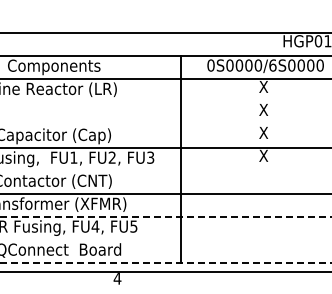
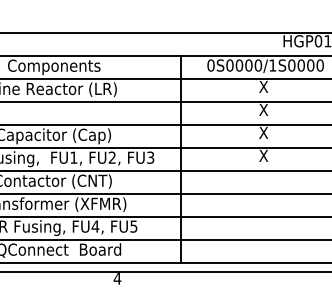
text at (272, 65): 0S0000/6S0000 -> 0S0000/1S0000
line at (165, 101): none -> present
line at (165, 124): none -> present
line at (165, 170): none -> present
line at (166, 216): dashed -> solid
line at (165, 239): none -> present
line at (166, 262): dashed -> solid
